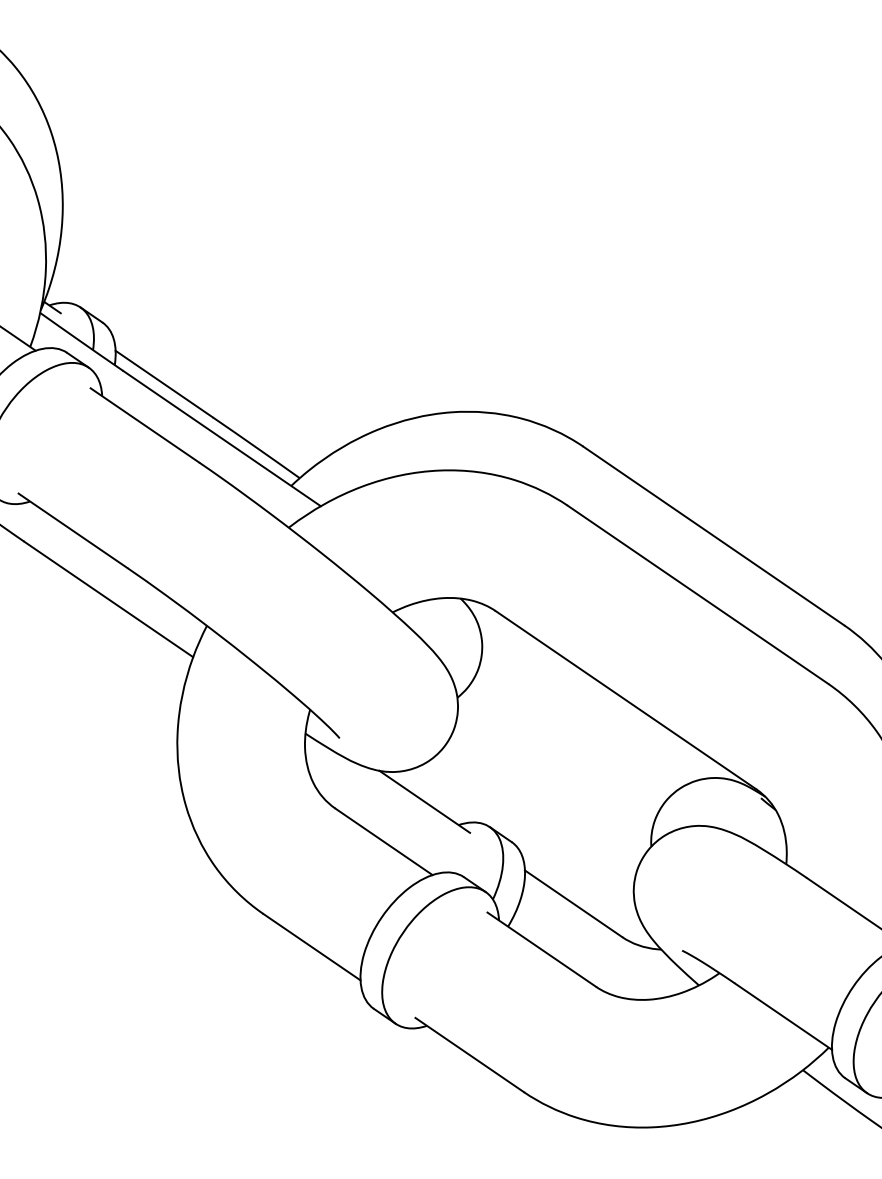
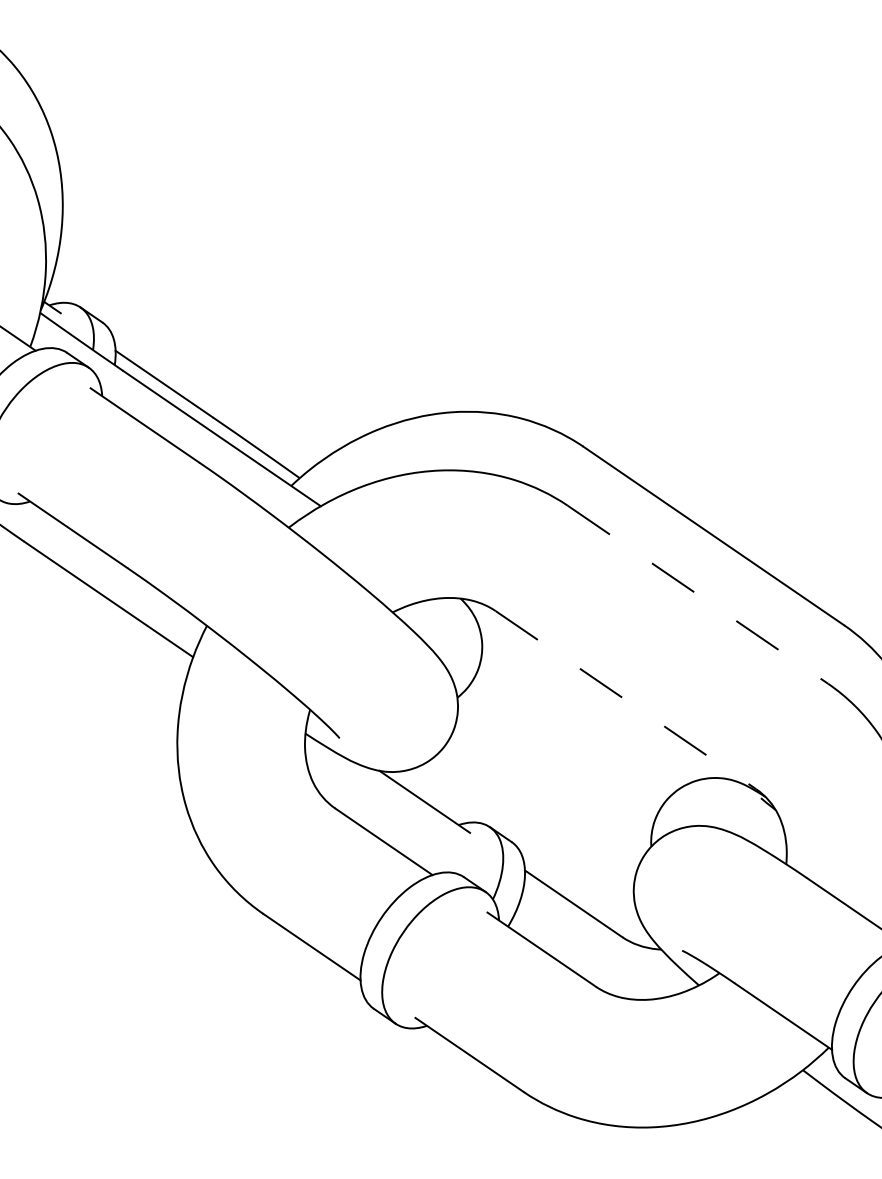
line at (698, 594): solid -> dashed
line at (625, 700): solid -> dashed
